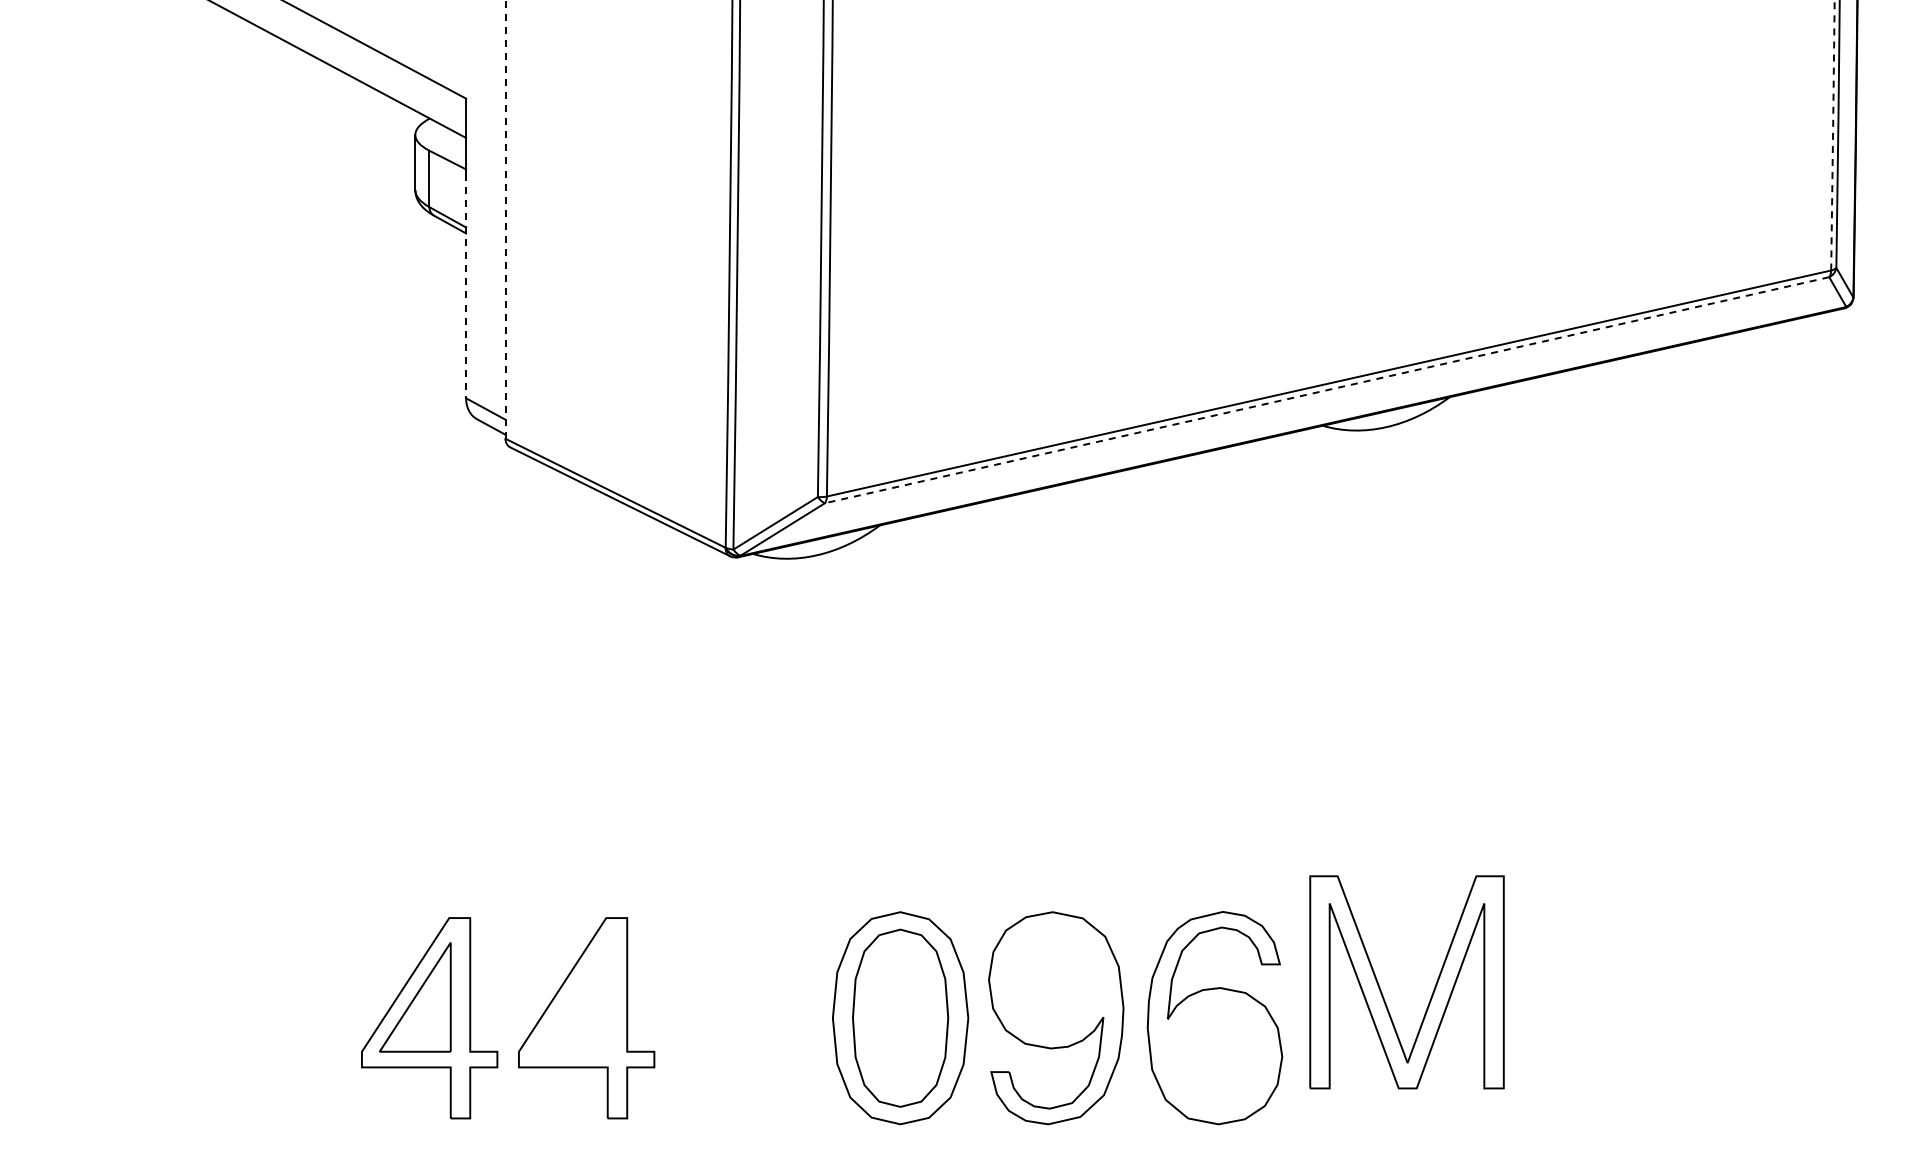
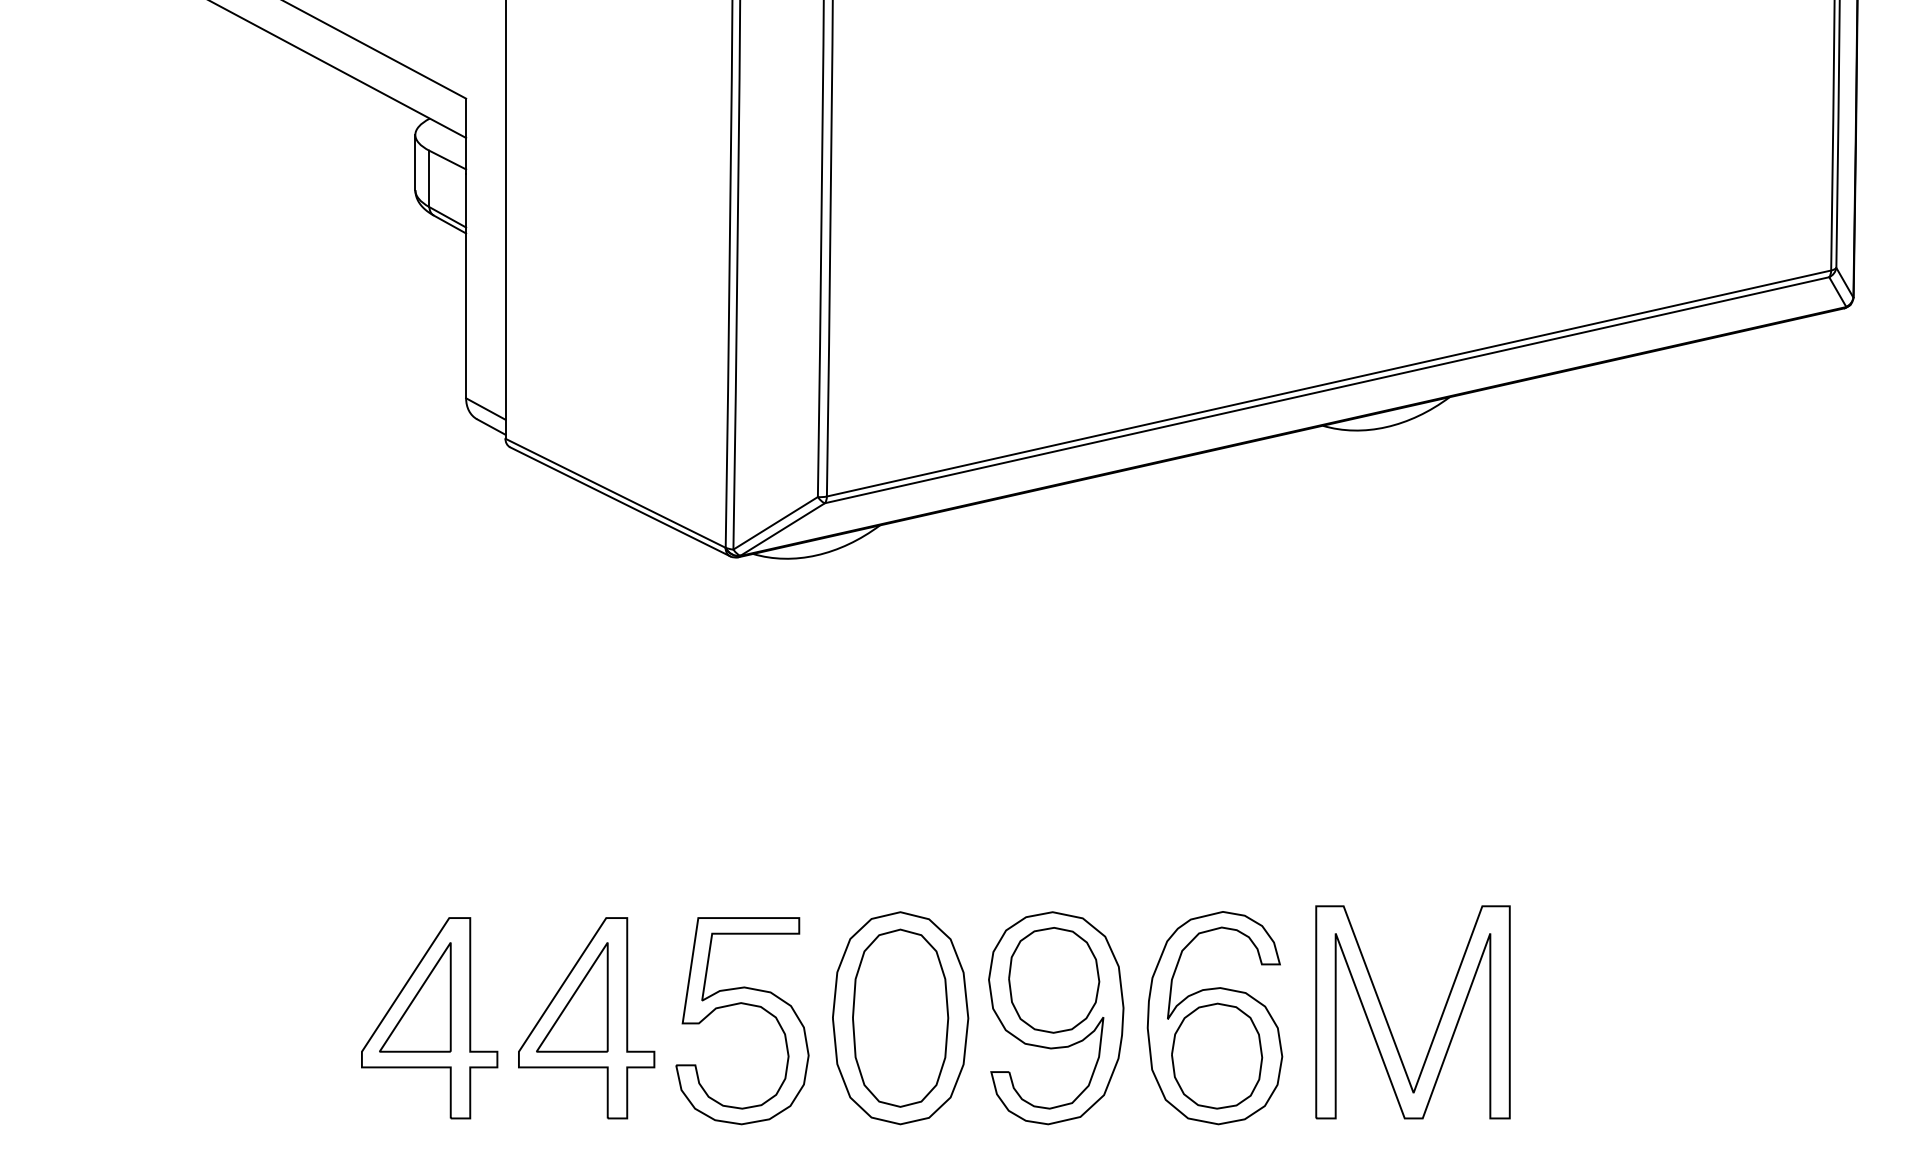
arc at (1833, 134): dashed -> solid
line at (505, 219): dashed -> solid
line at (466, 286): dashed -> solid
line at (1327, 390): dashed -> solid
part at (1054, 980): none -> present
part at (1382, 992) position: (1382, 992) -> (1388, 1022)
part at (572, 997): none -> present
part at (747, 1005): none -> present
part at (1217, 1055): none -> present
